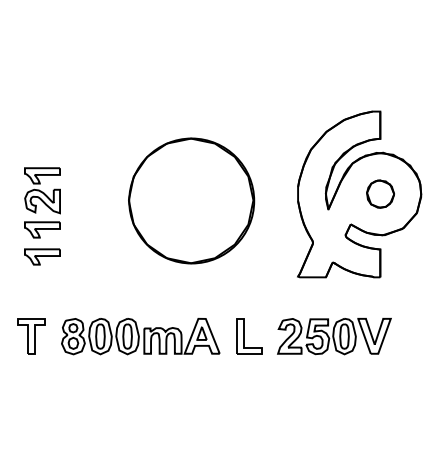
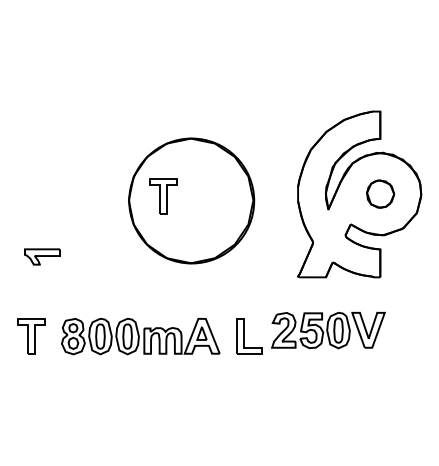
part at (163, 196): none -> present
part at (42, 202): present -> none
part at (334, 336) position: (334, 336) -> (328, 330)
